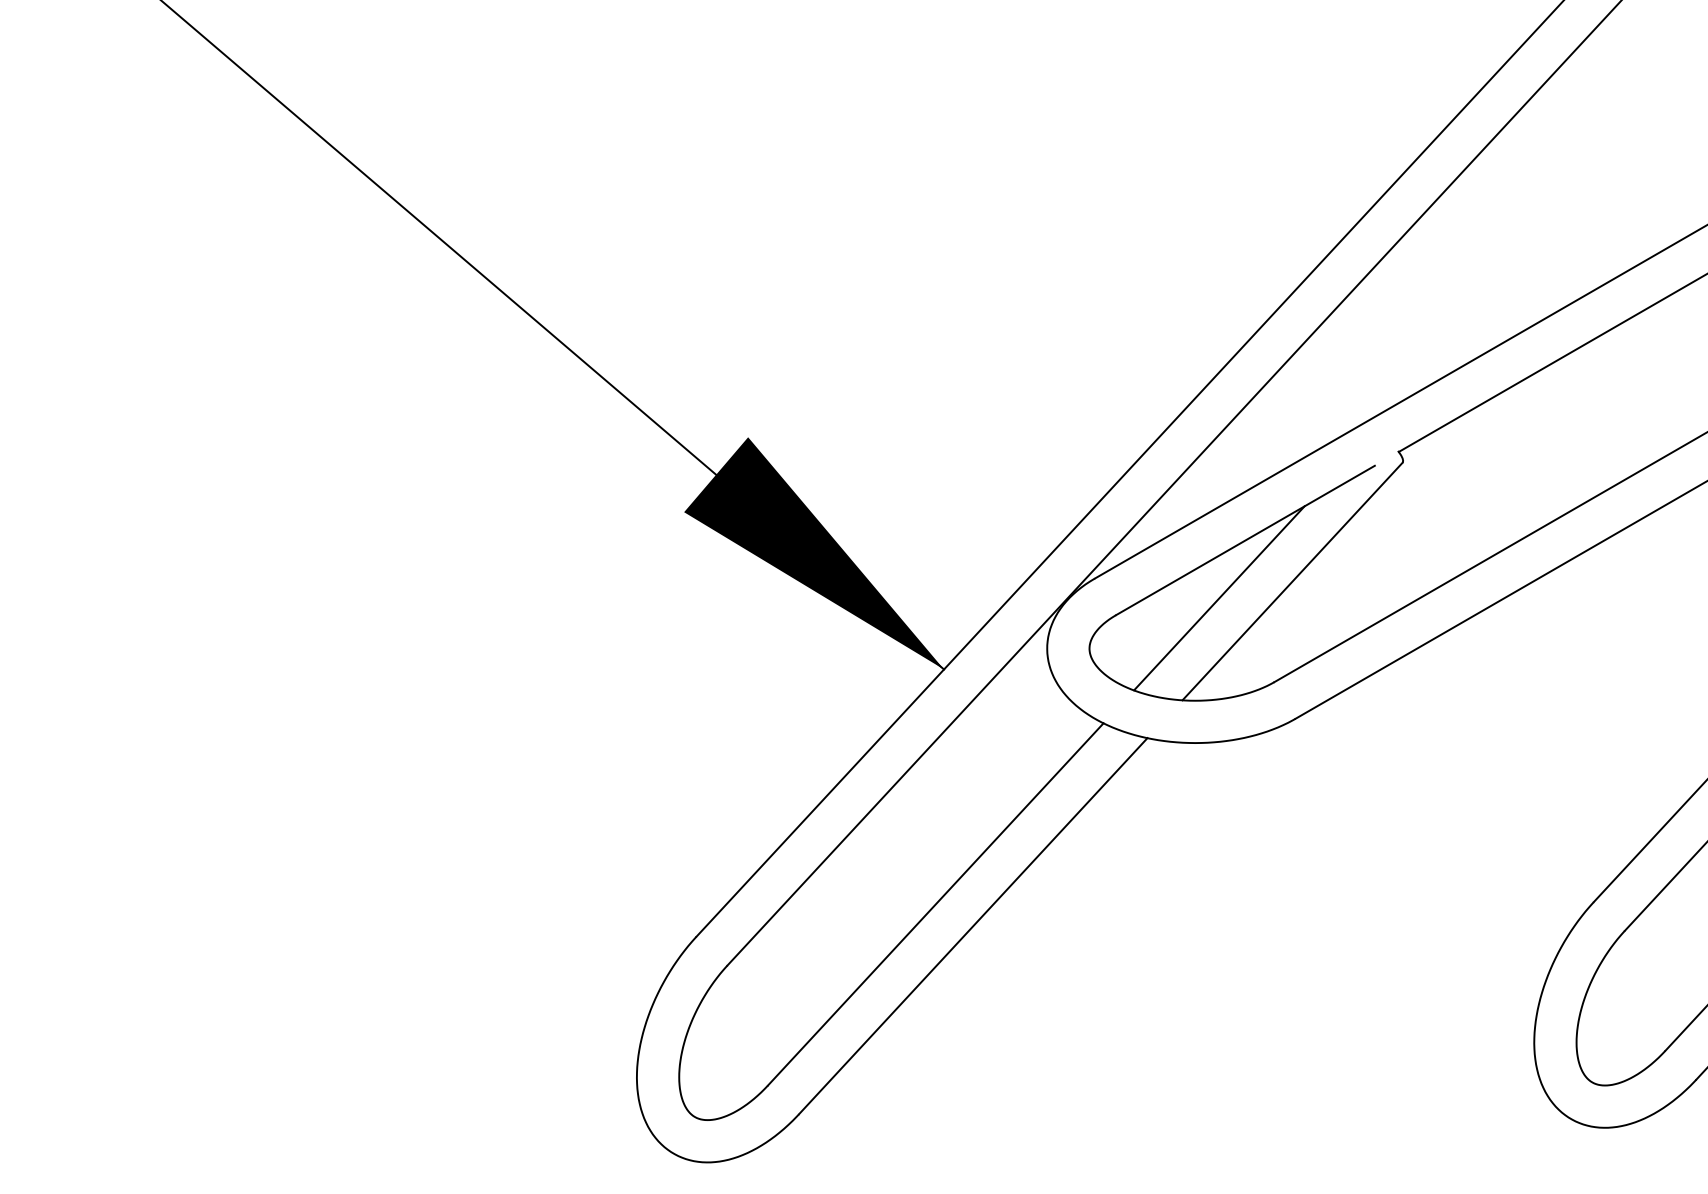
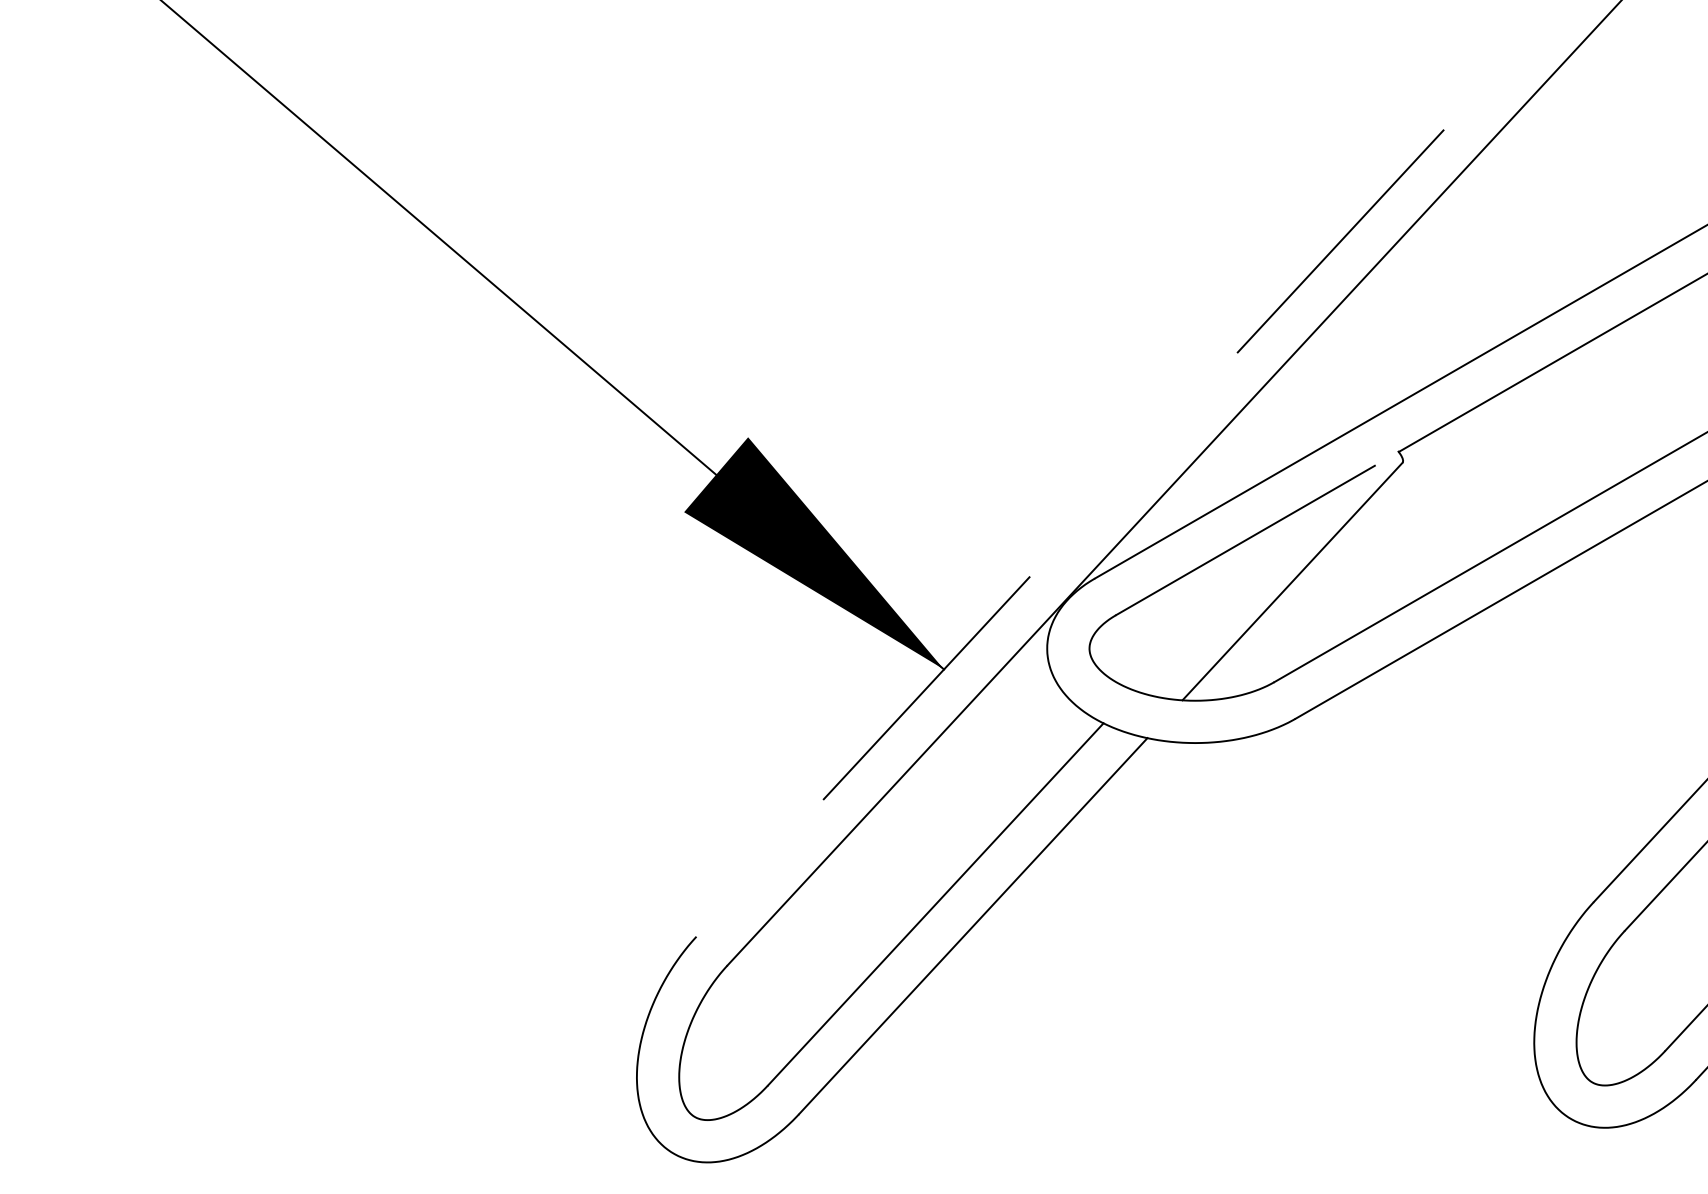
line at (1129, 468): solid -> dashed
line at (1219, 598): present -> none
